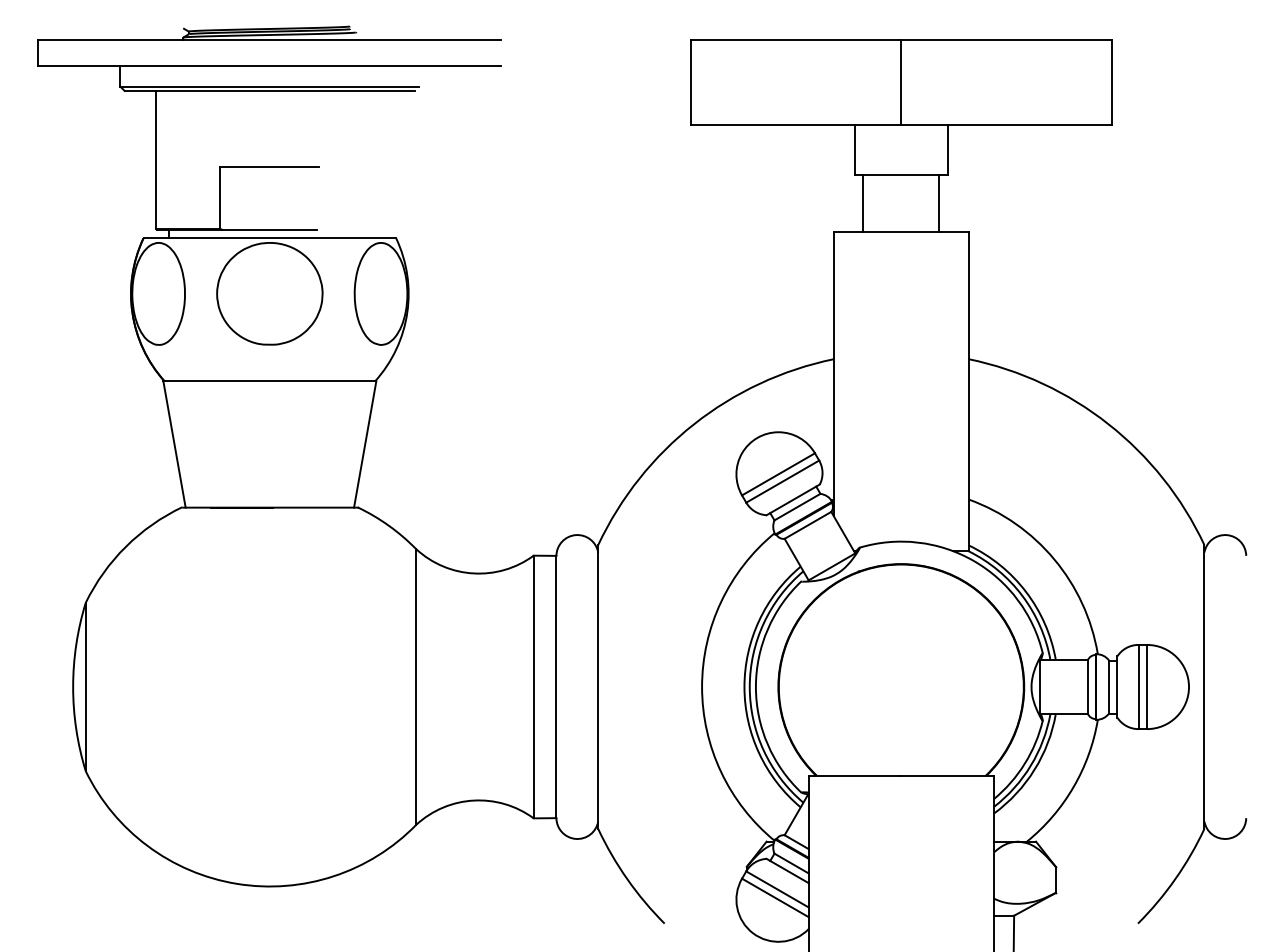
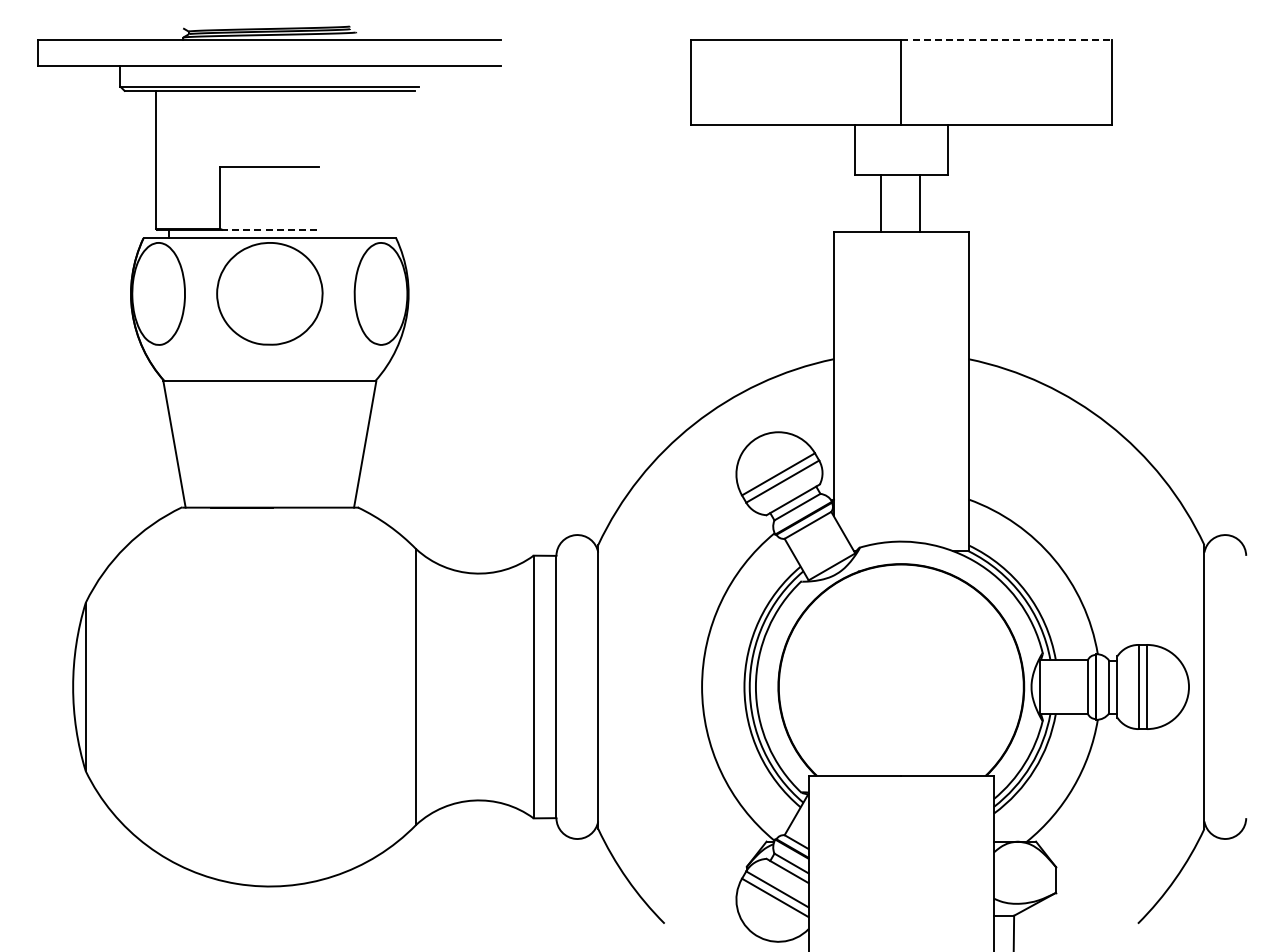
line at (1007, 40): solid -> dashed
line at (863, 203) position: (863, 203) -> (881, 203)
line at (939, 203) position: (939, 203) -> (920, 203)
line at (269, 229): solid -> dashed
